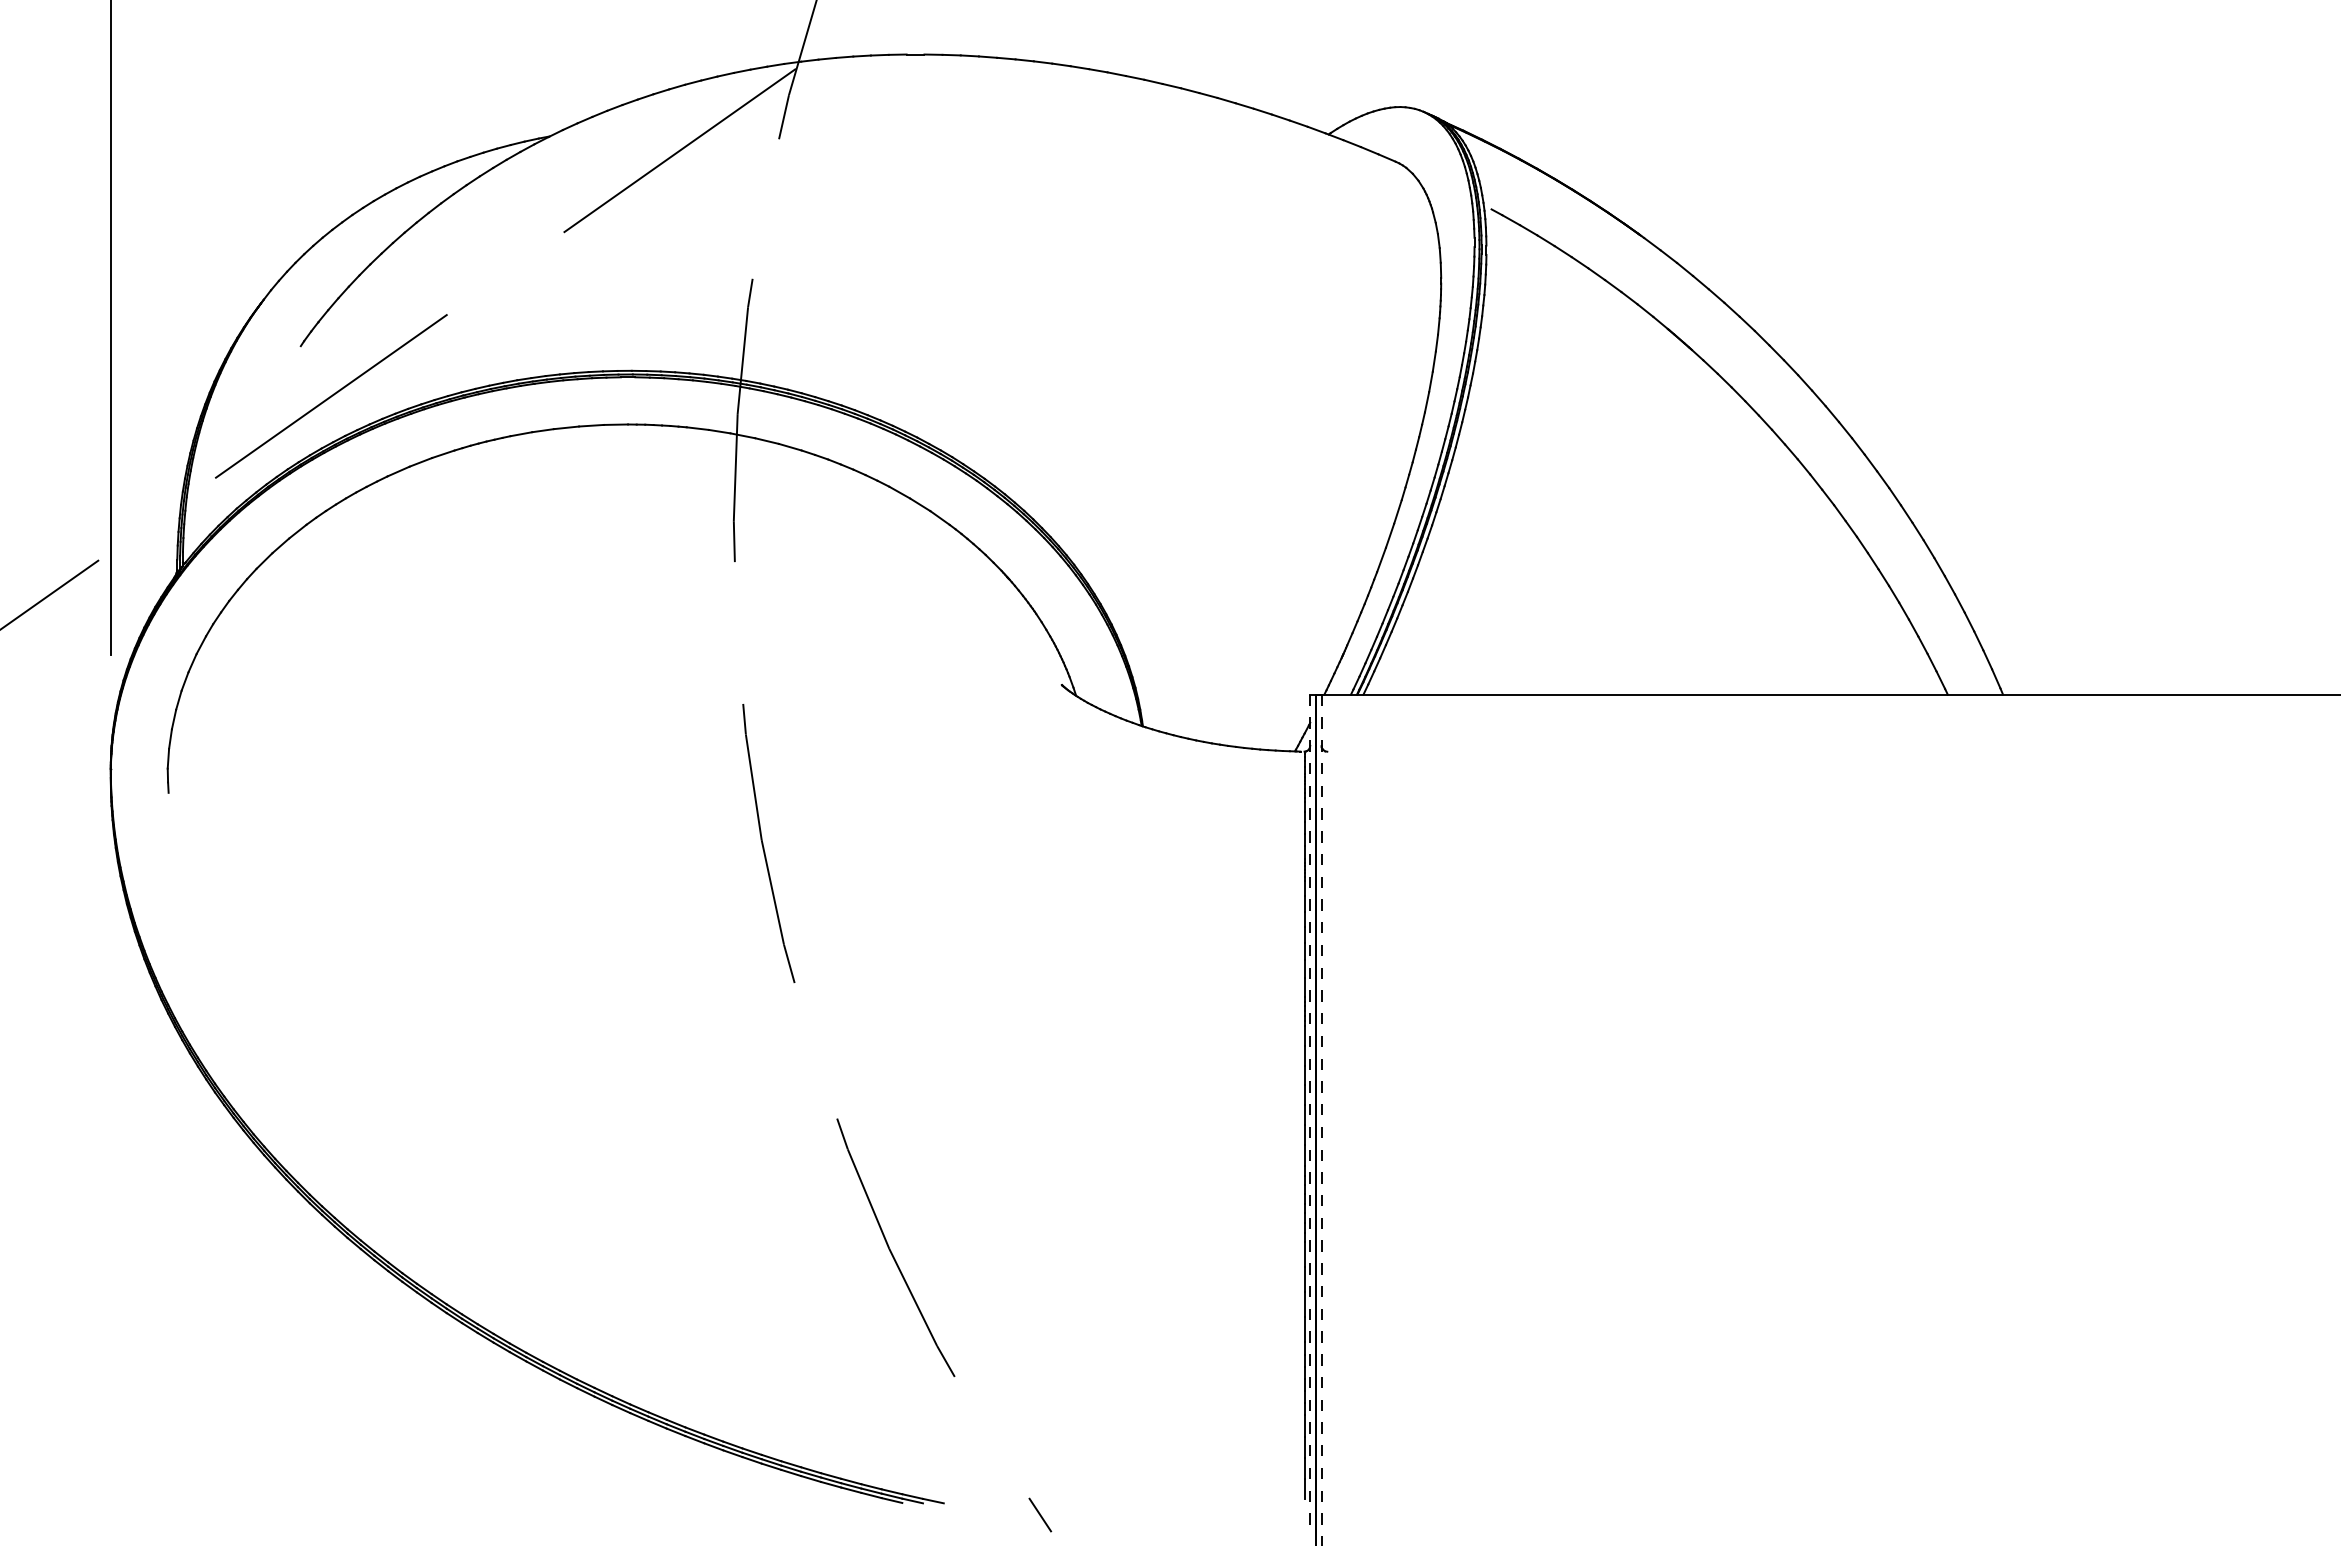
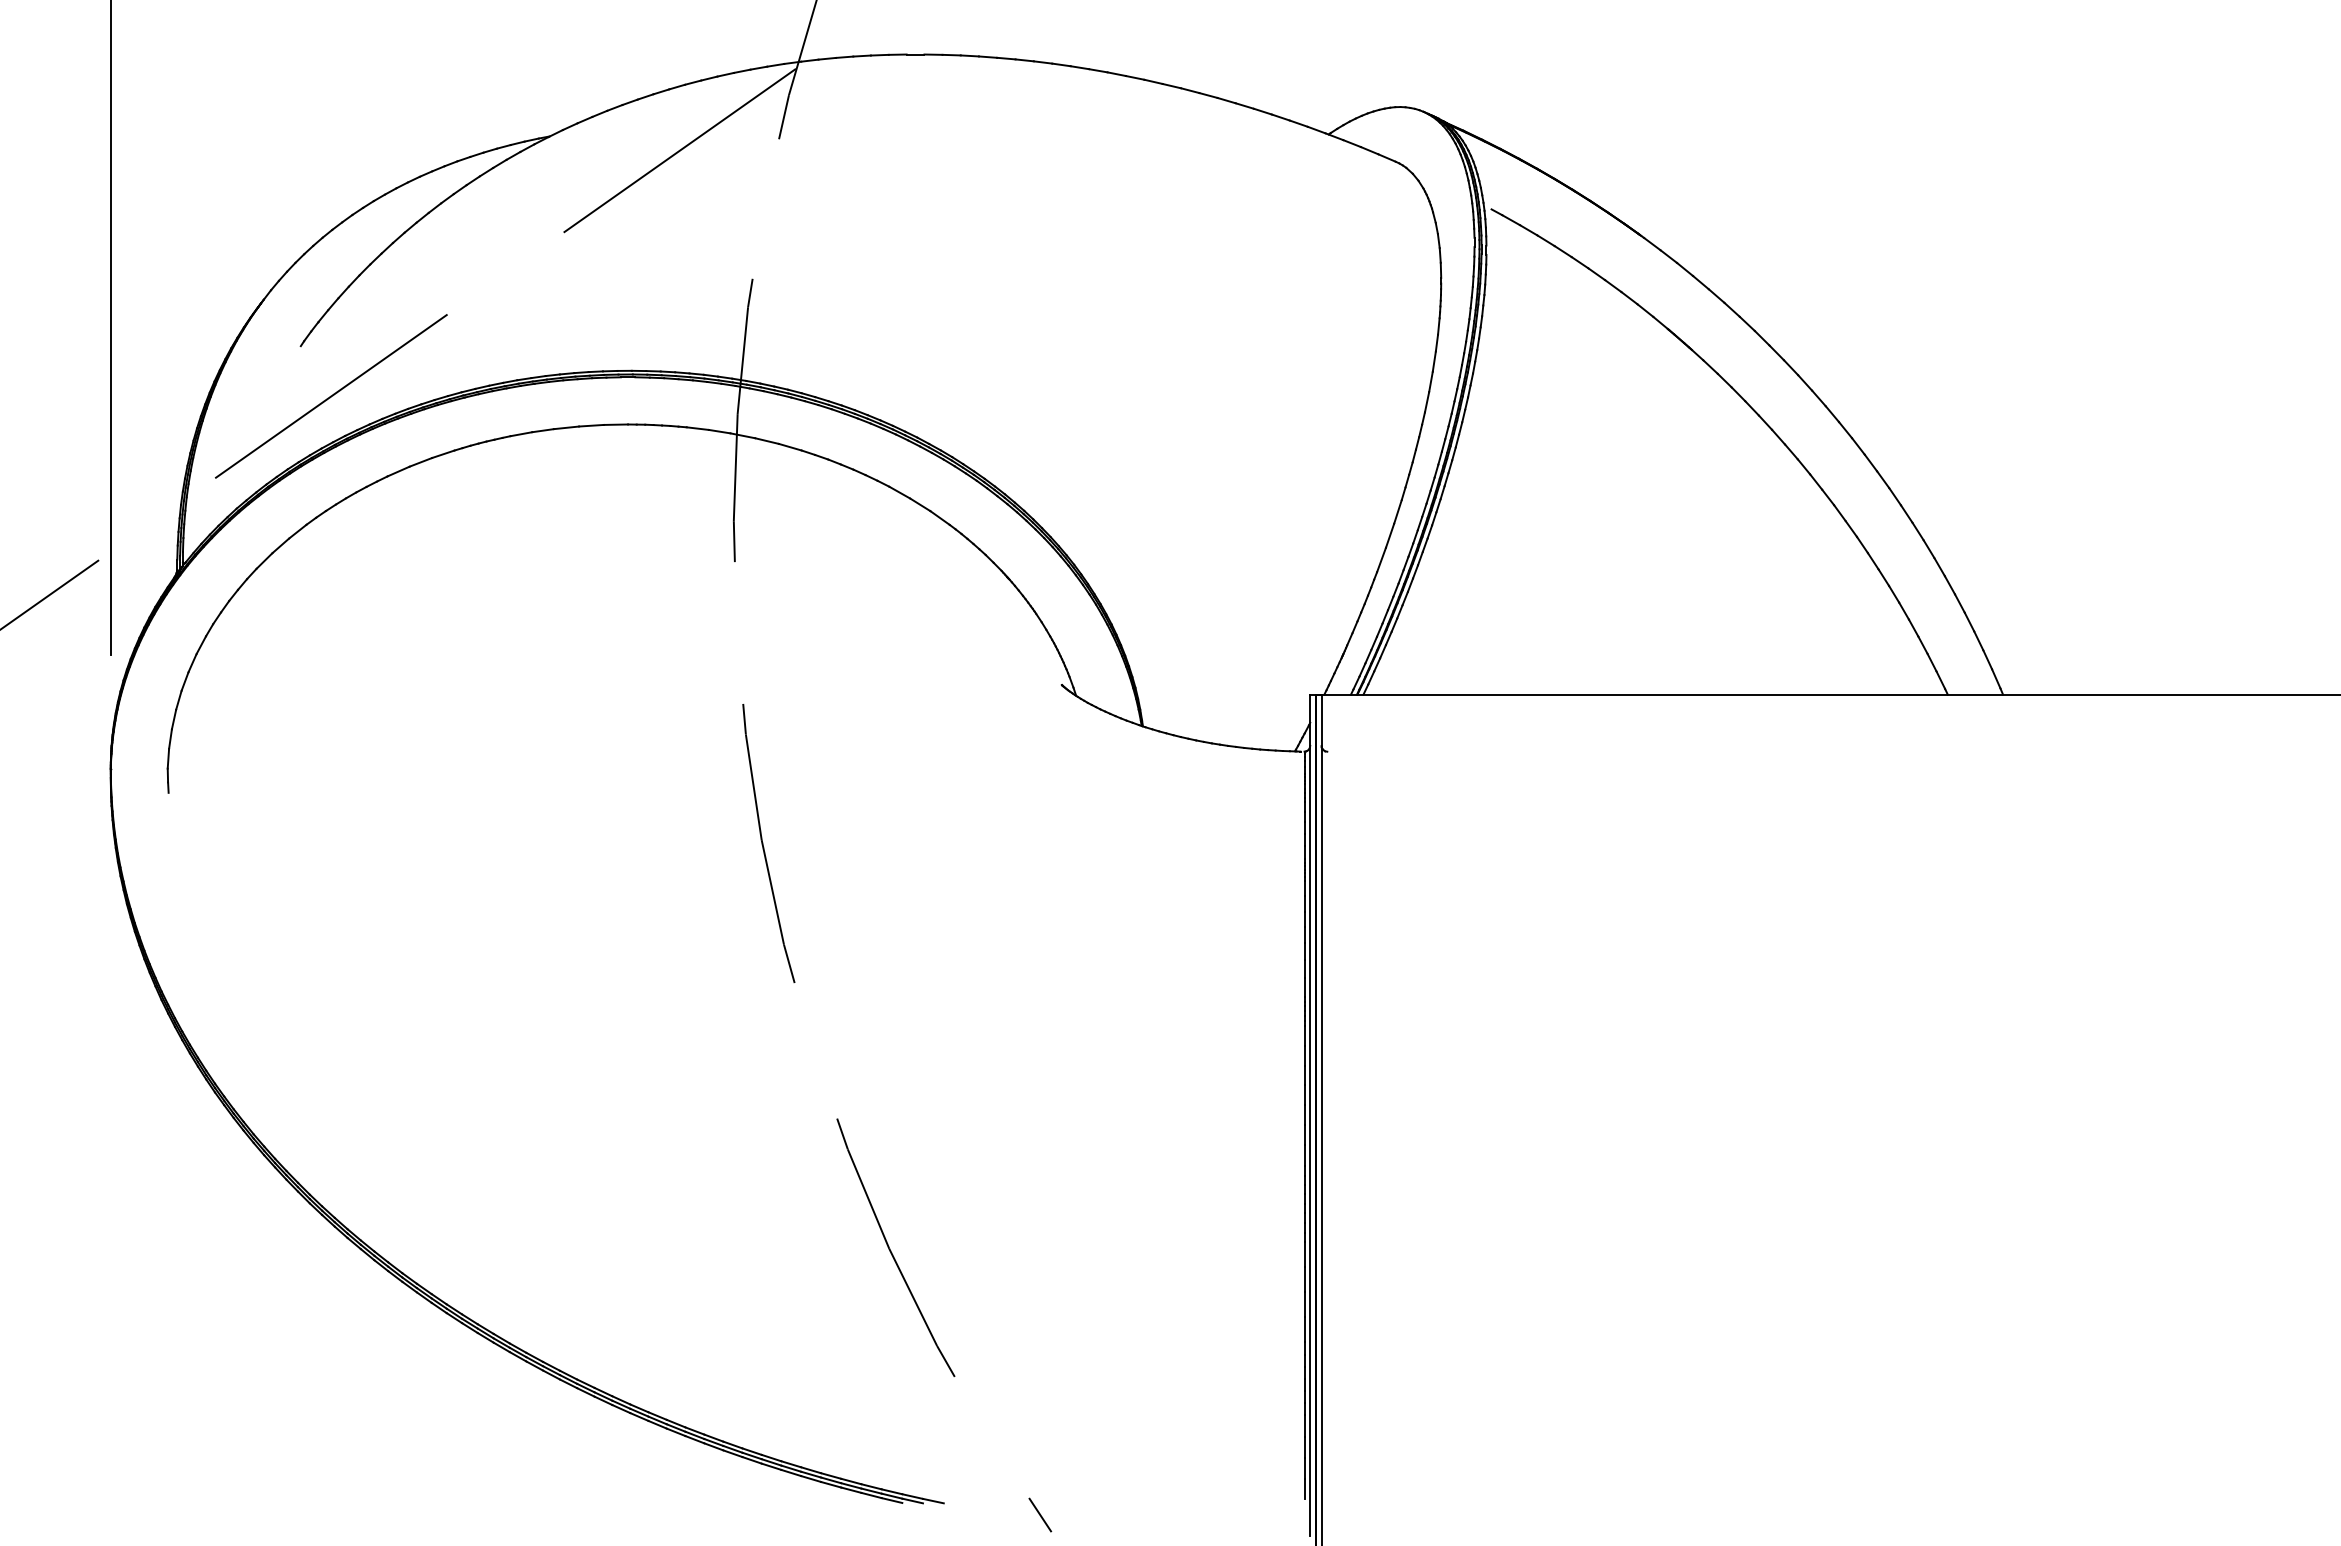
line at (1310, 1115): dashed -> solid
line at (1321, 1119): dashed -> solid
